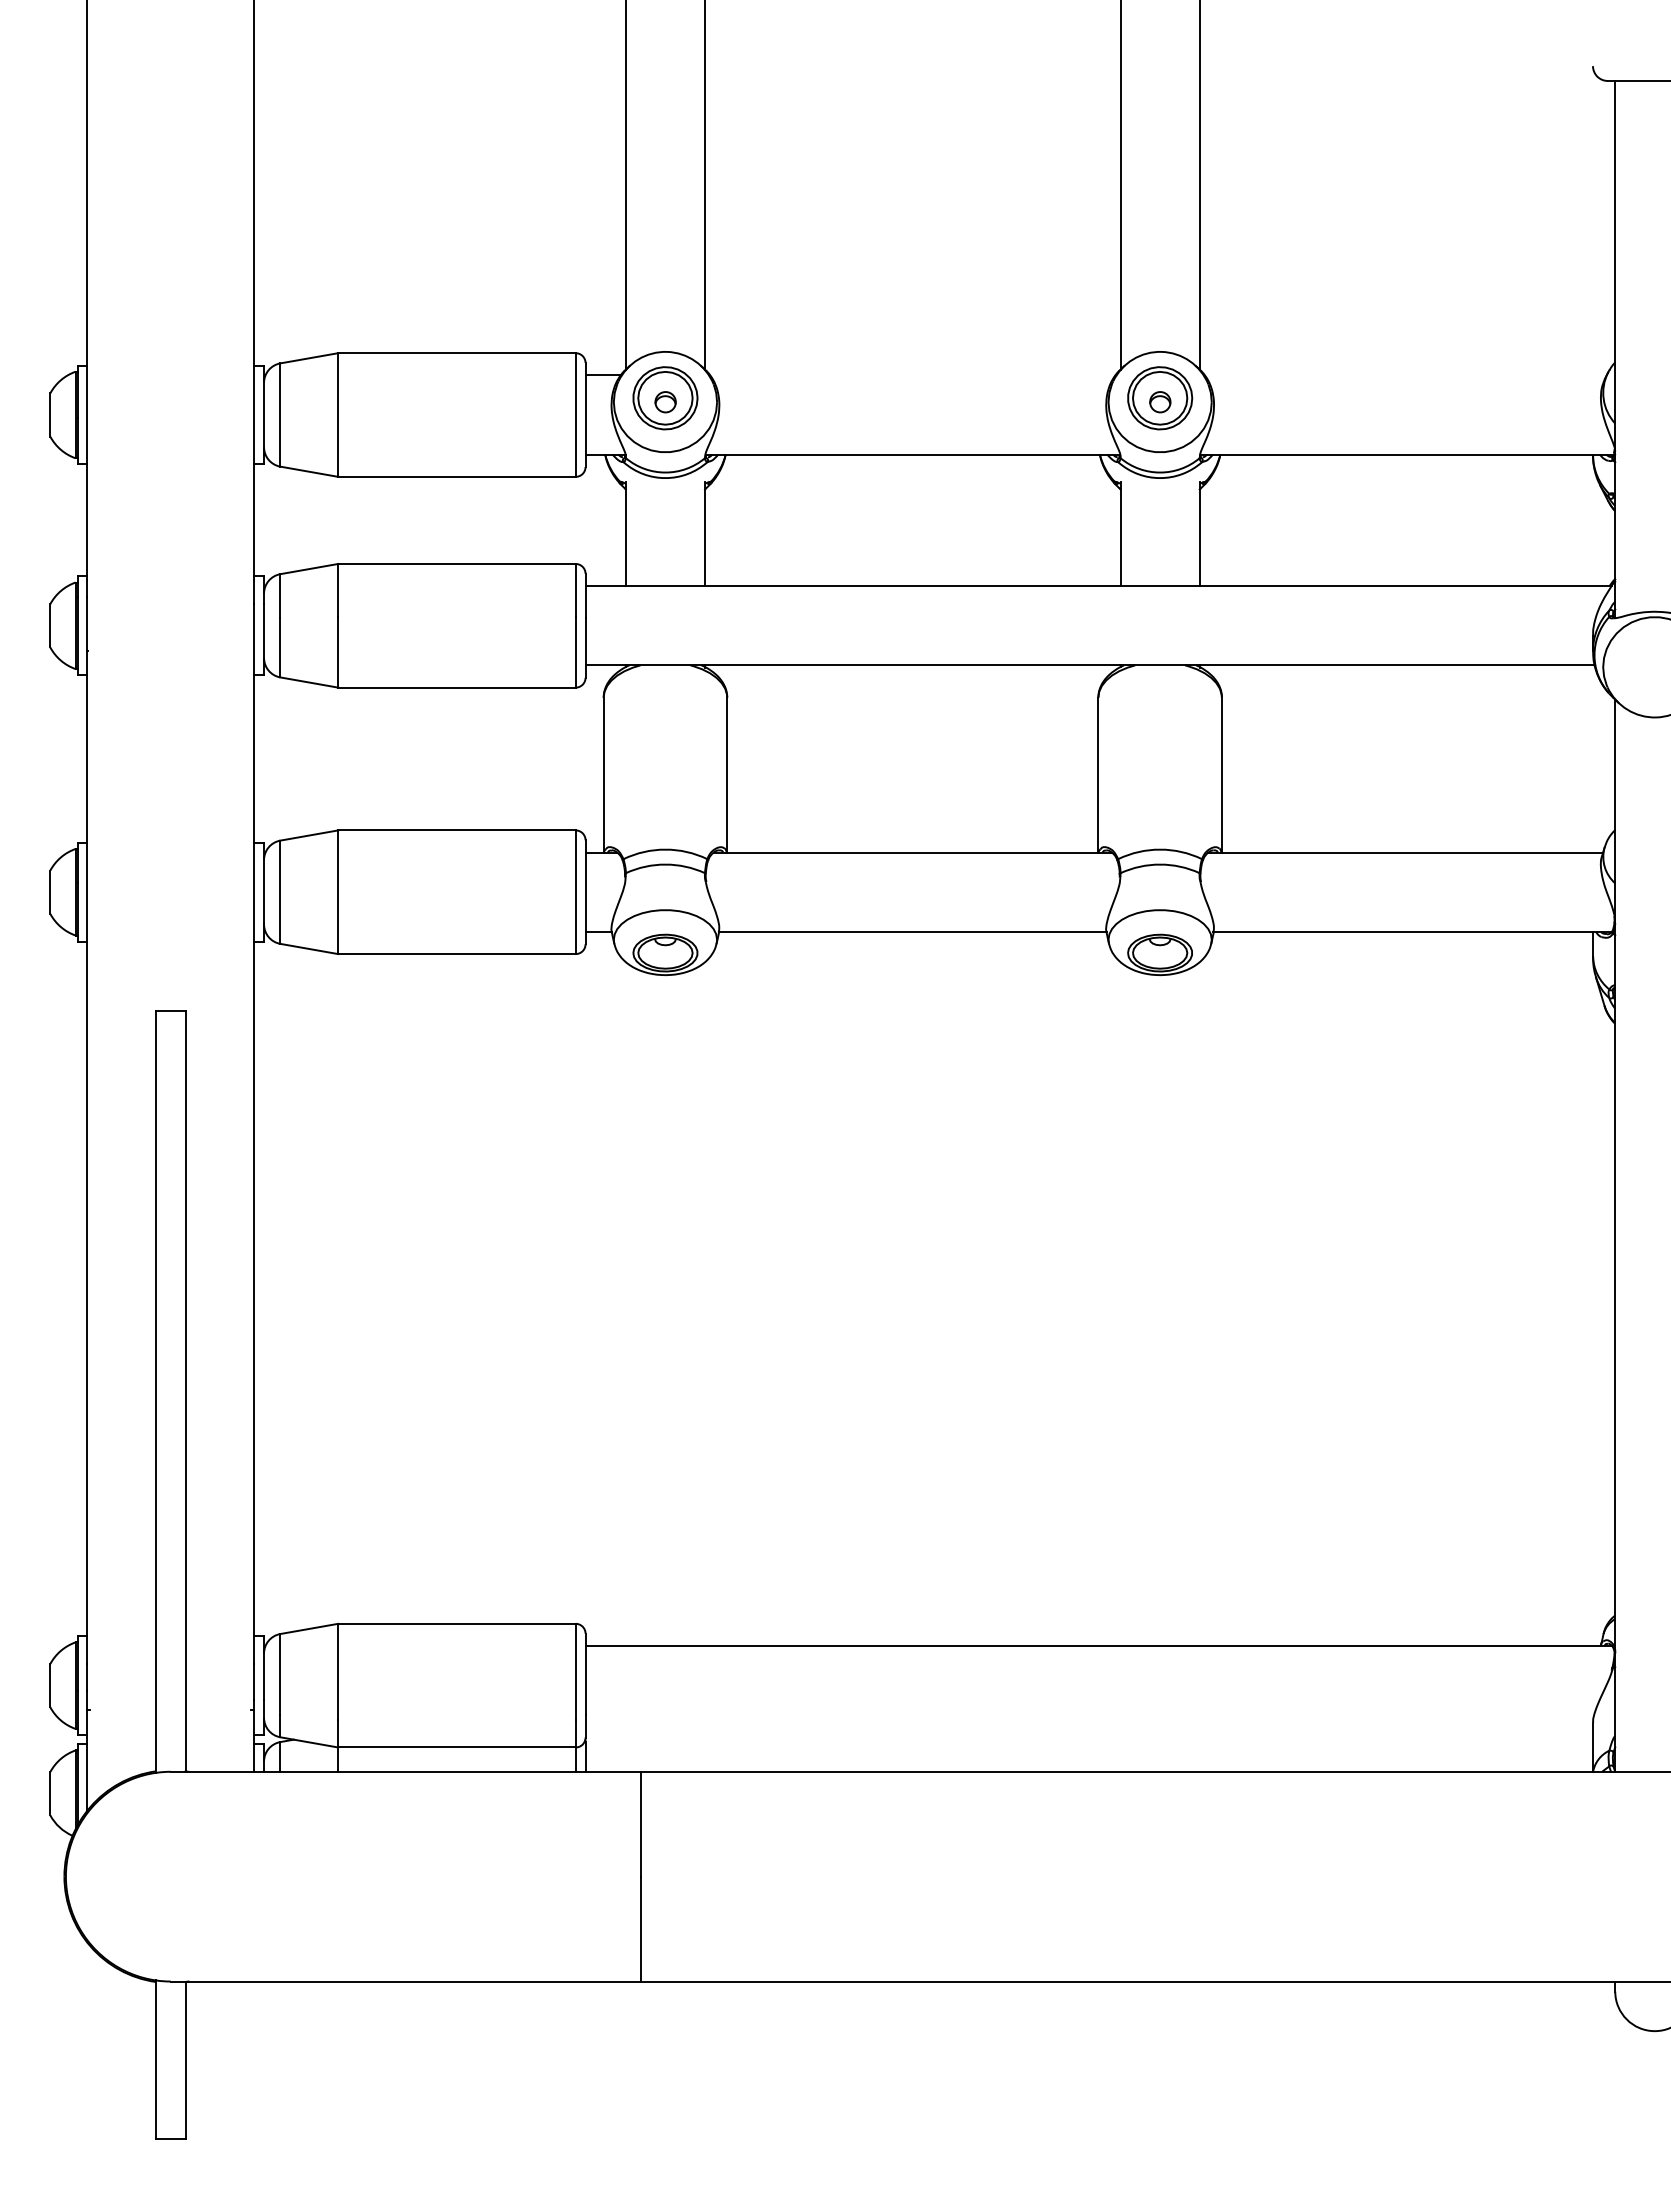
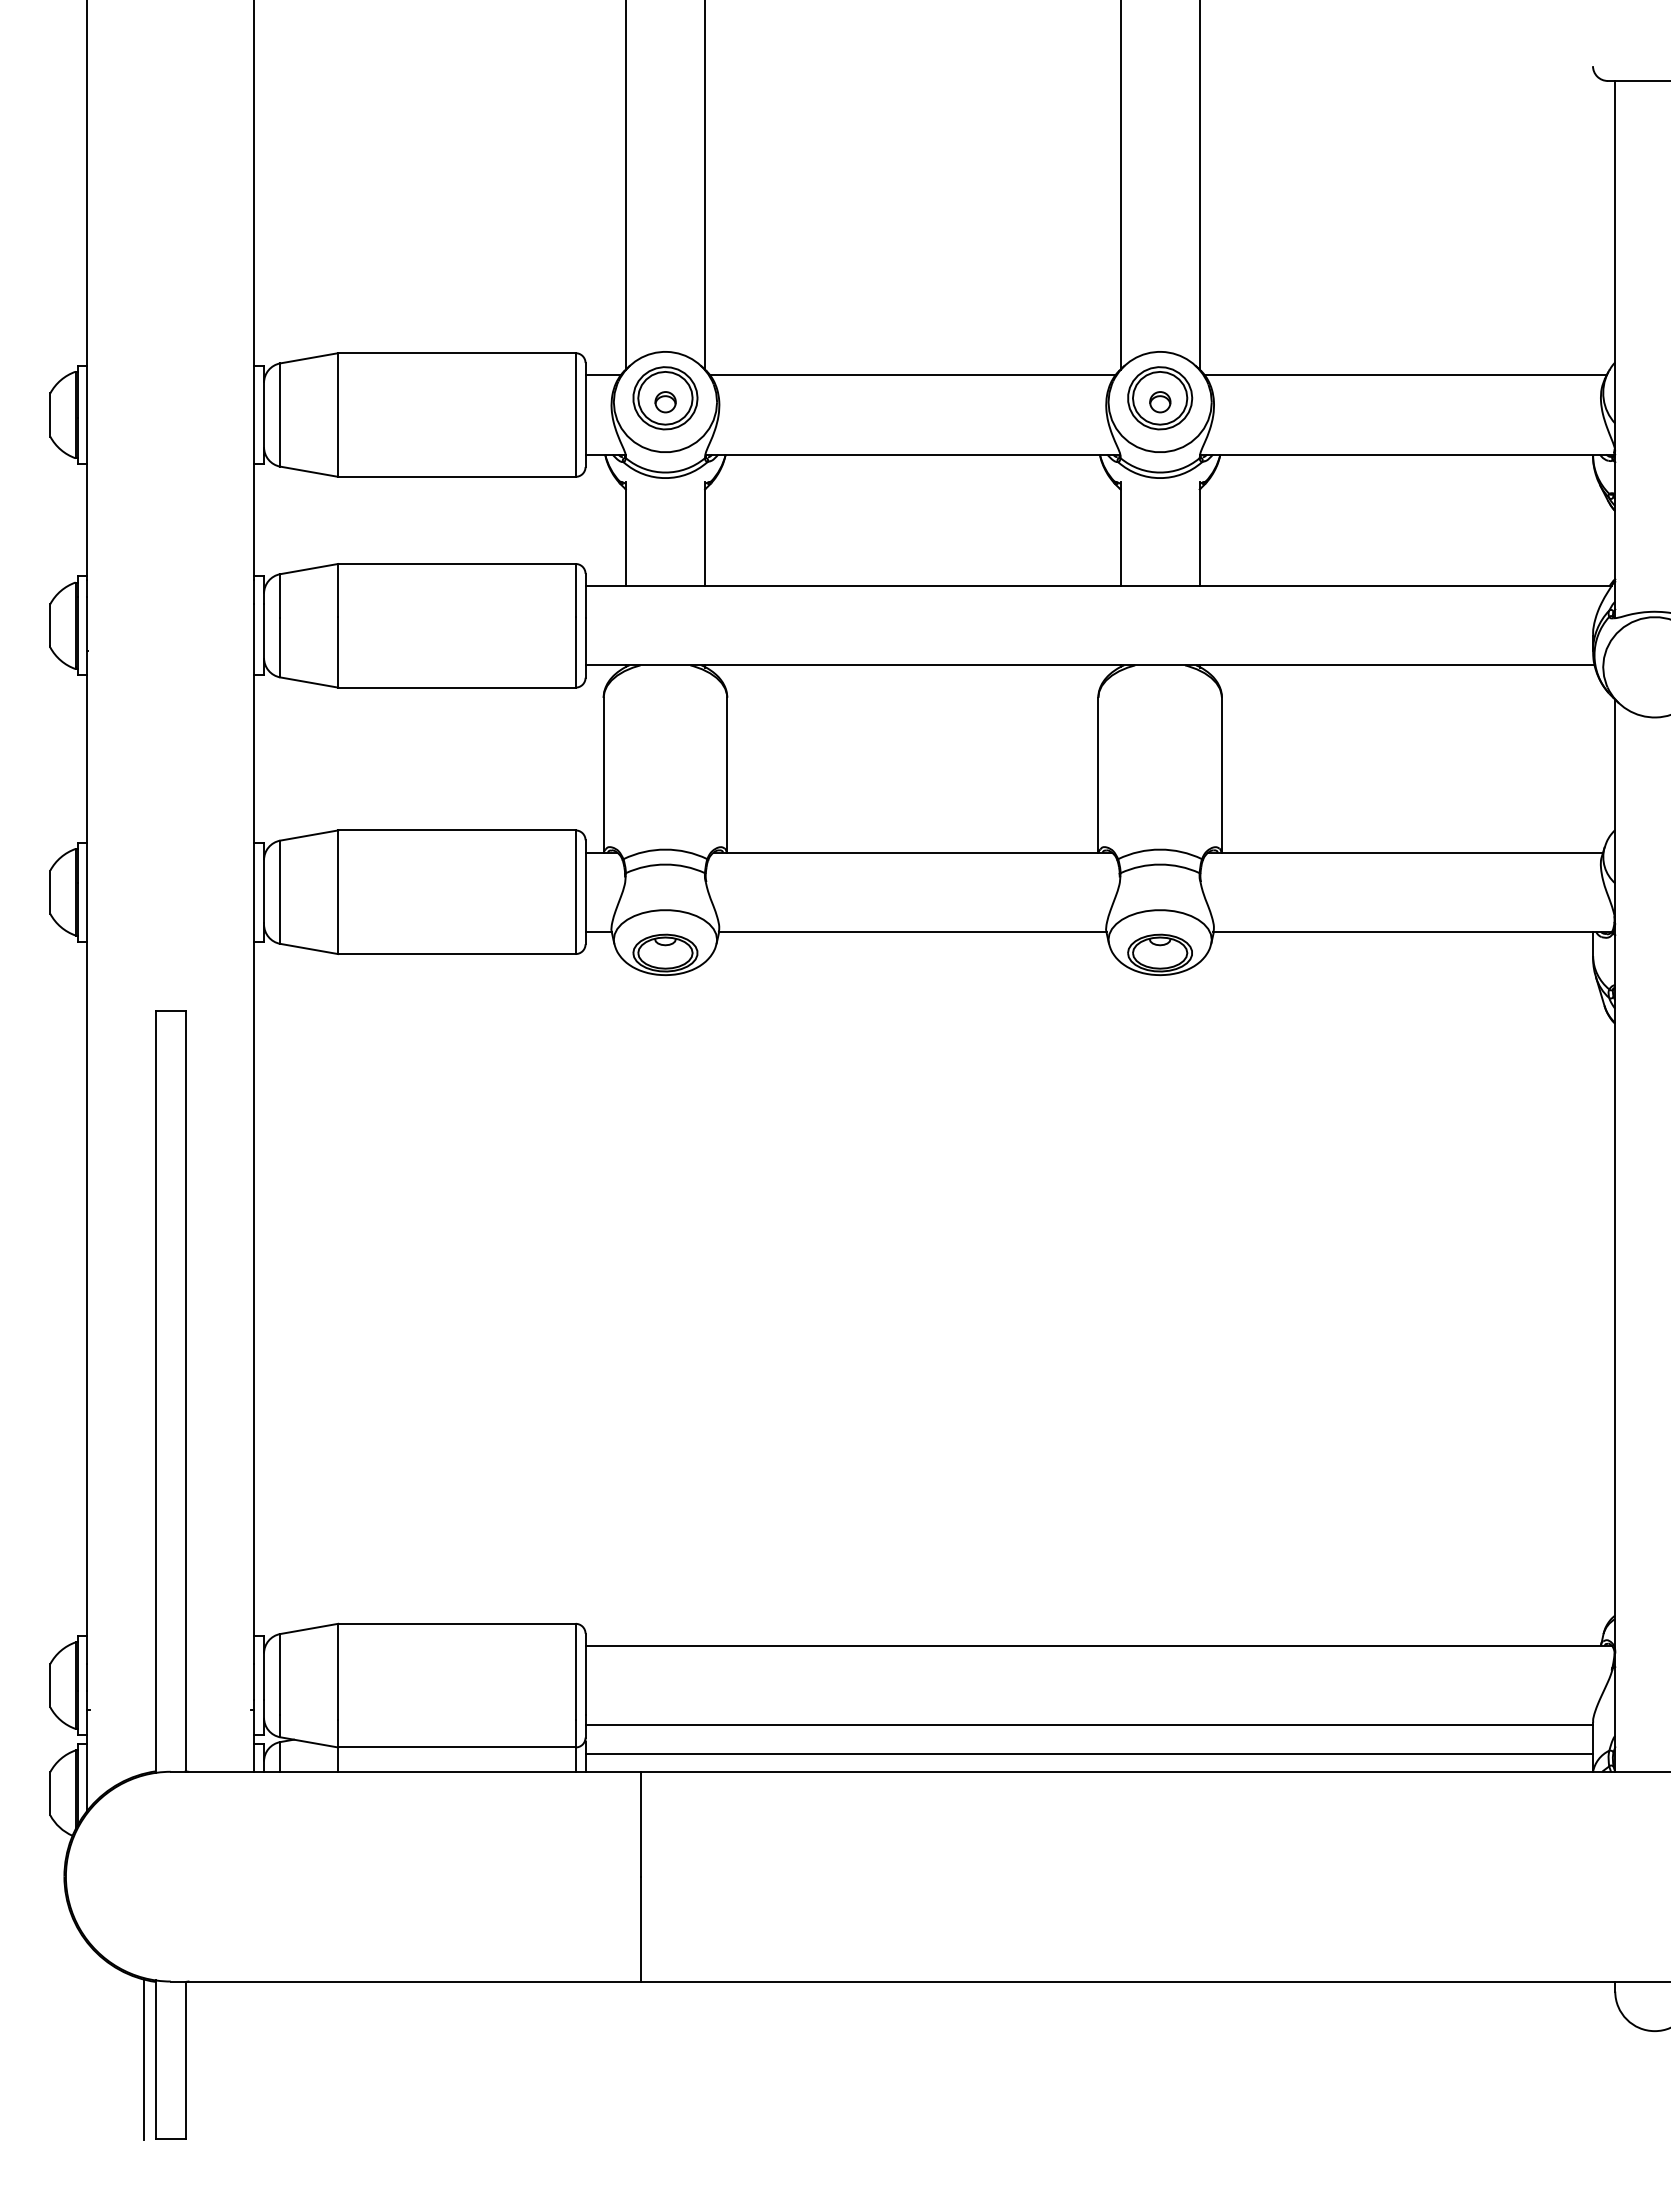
line at (912, 375): none -> present
line at (1405, 375): none -> present
line at (1088, 1725): none -> present
line at (1088, 1754): none -> present
line at (143, 2059): none -> present
